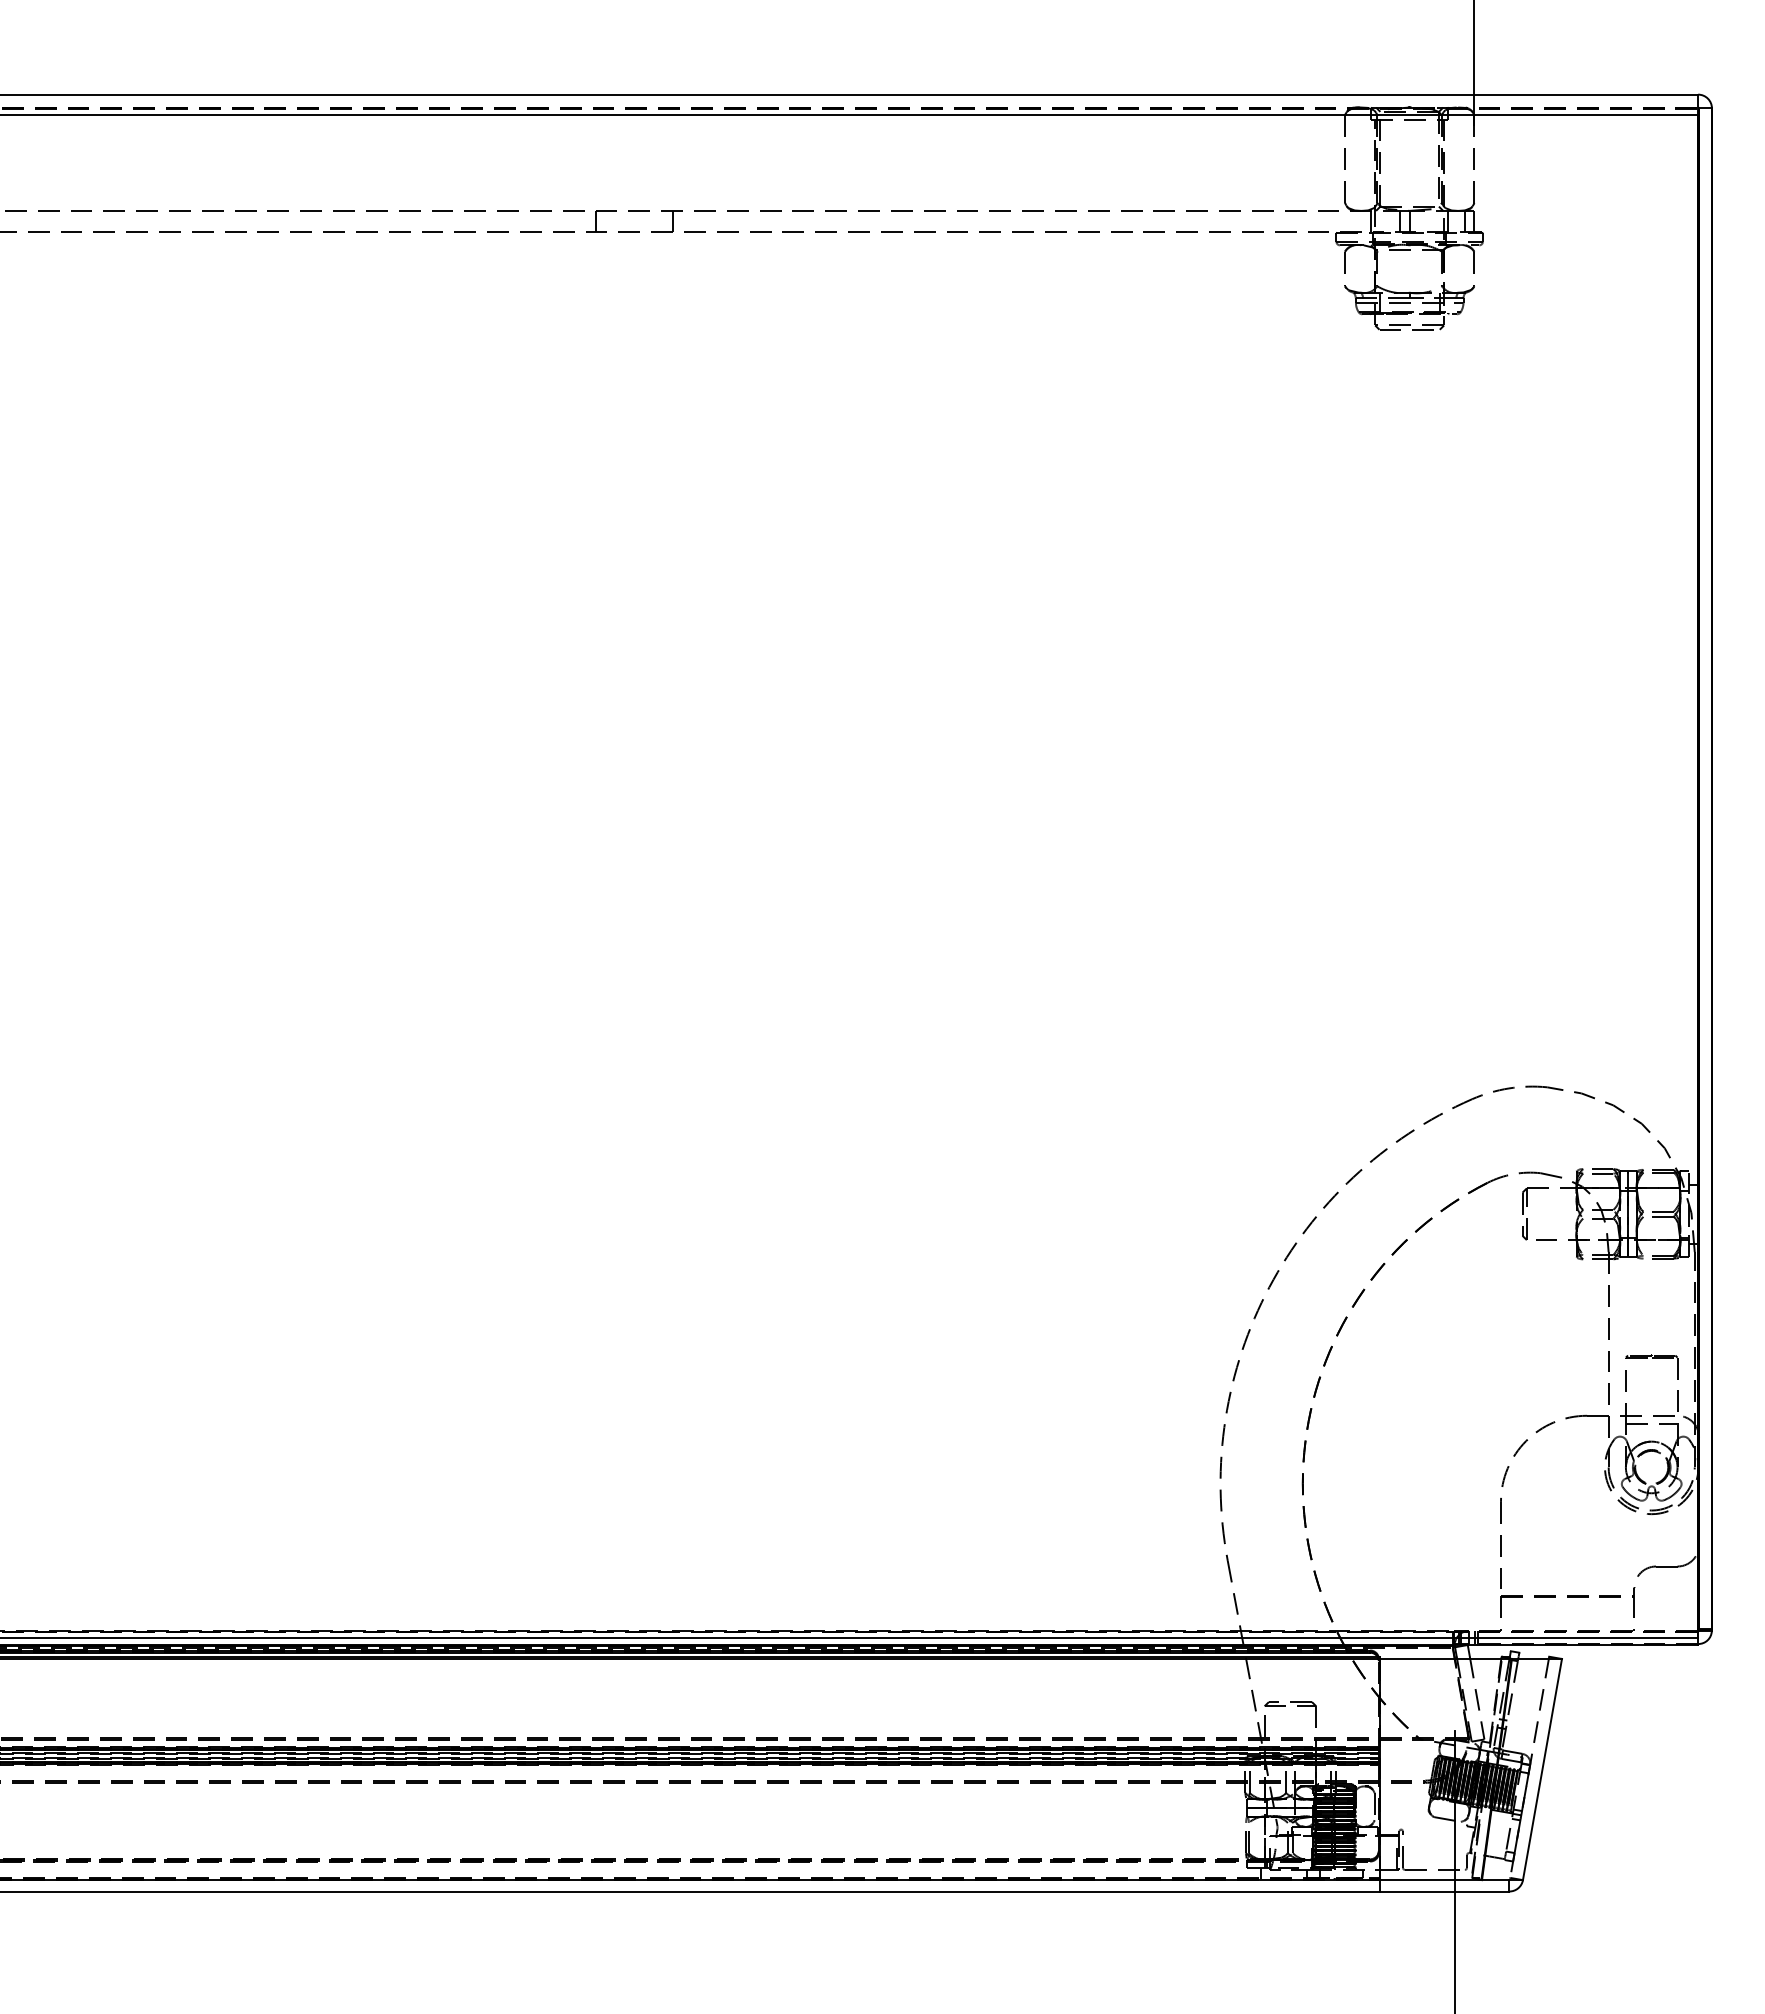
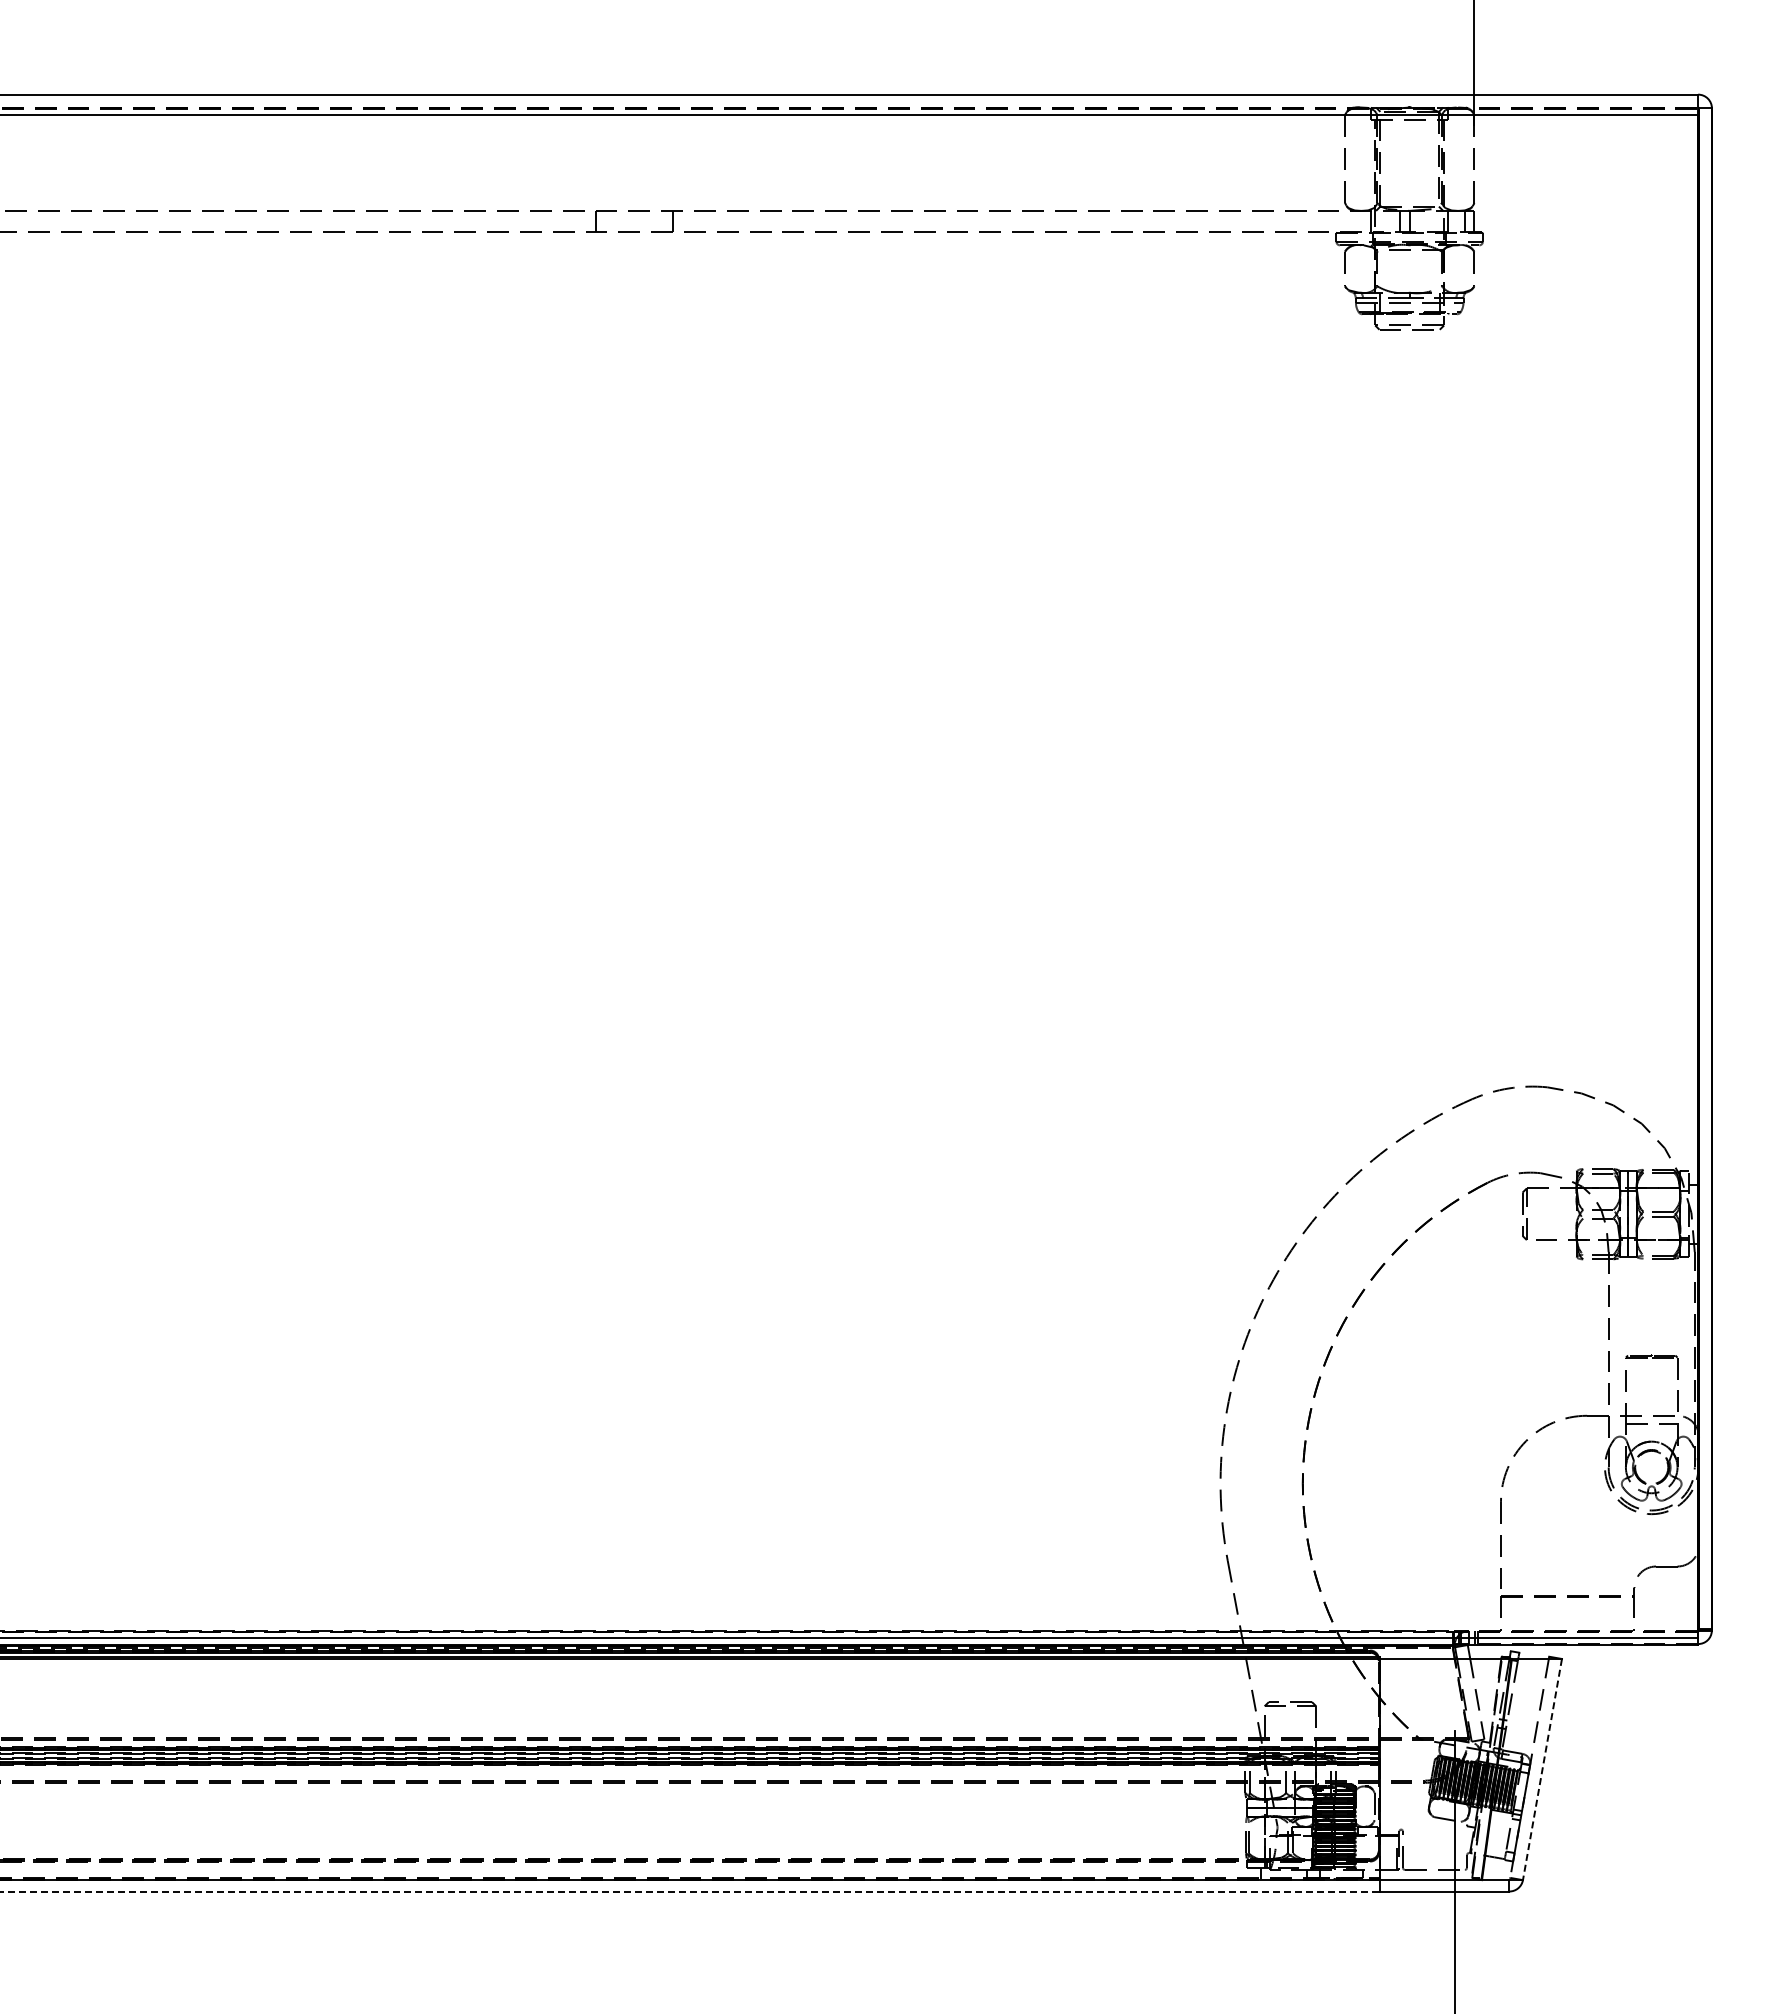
line at (1542, 1770): solid -> dashed
line at (690, 1891): solid -> dashed
